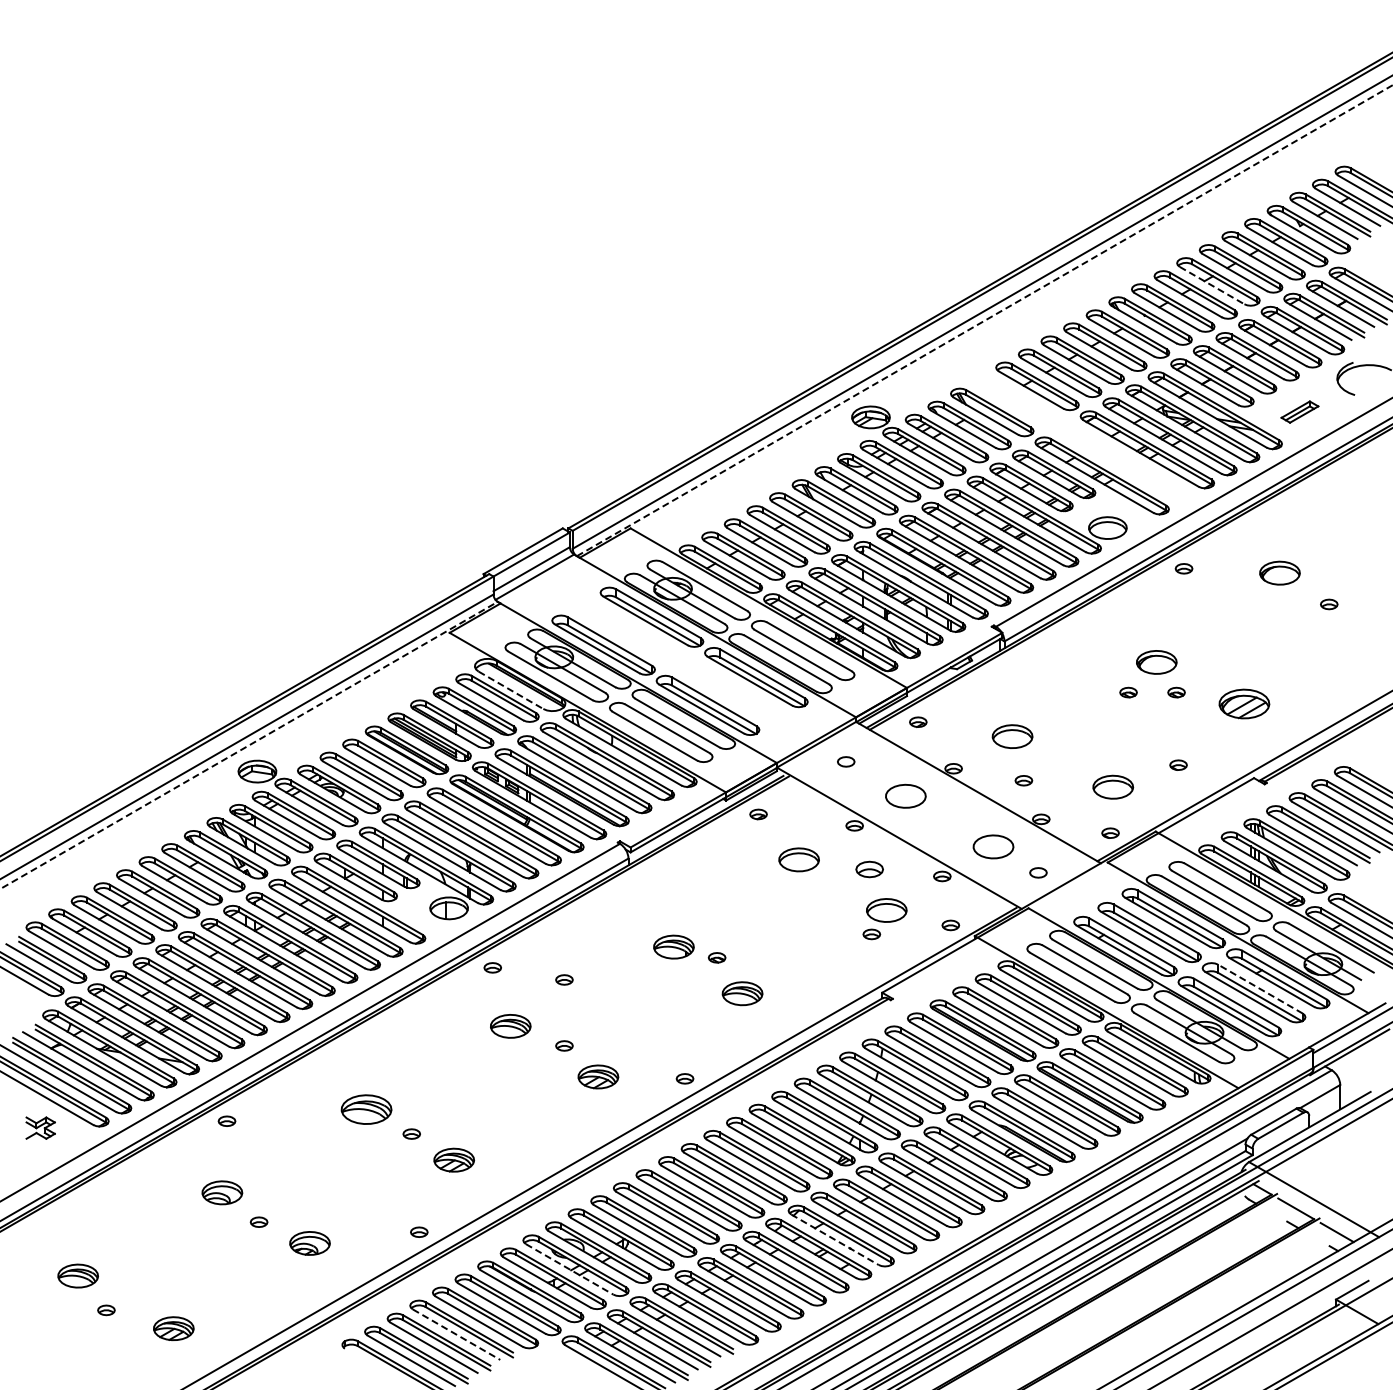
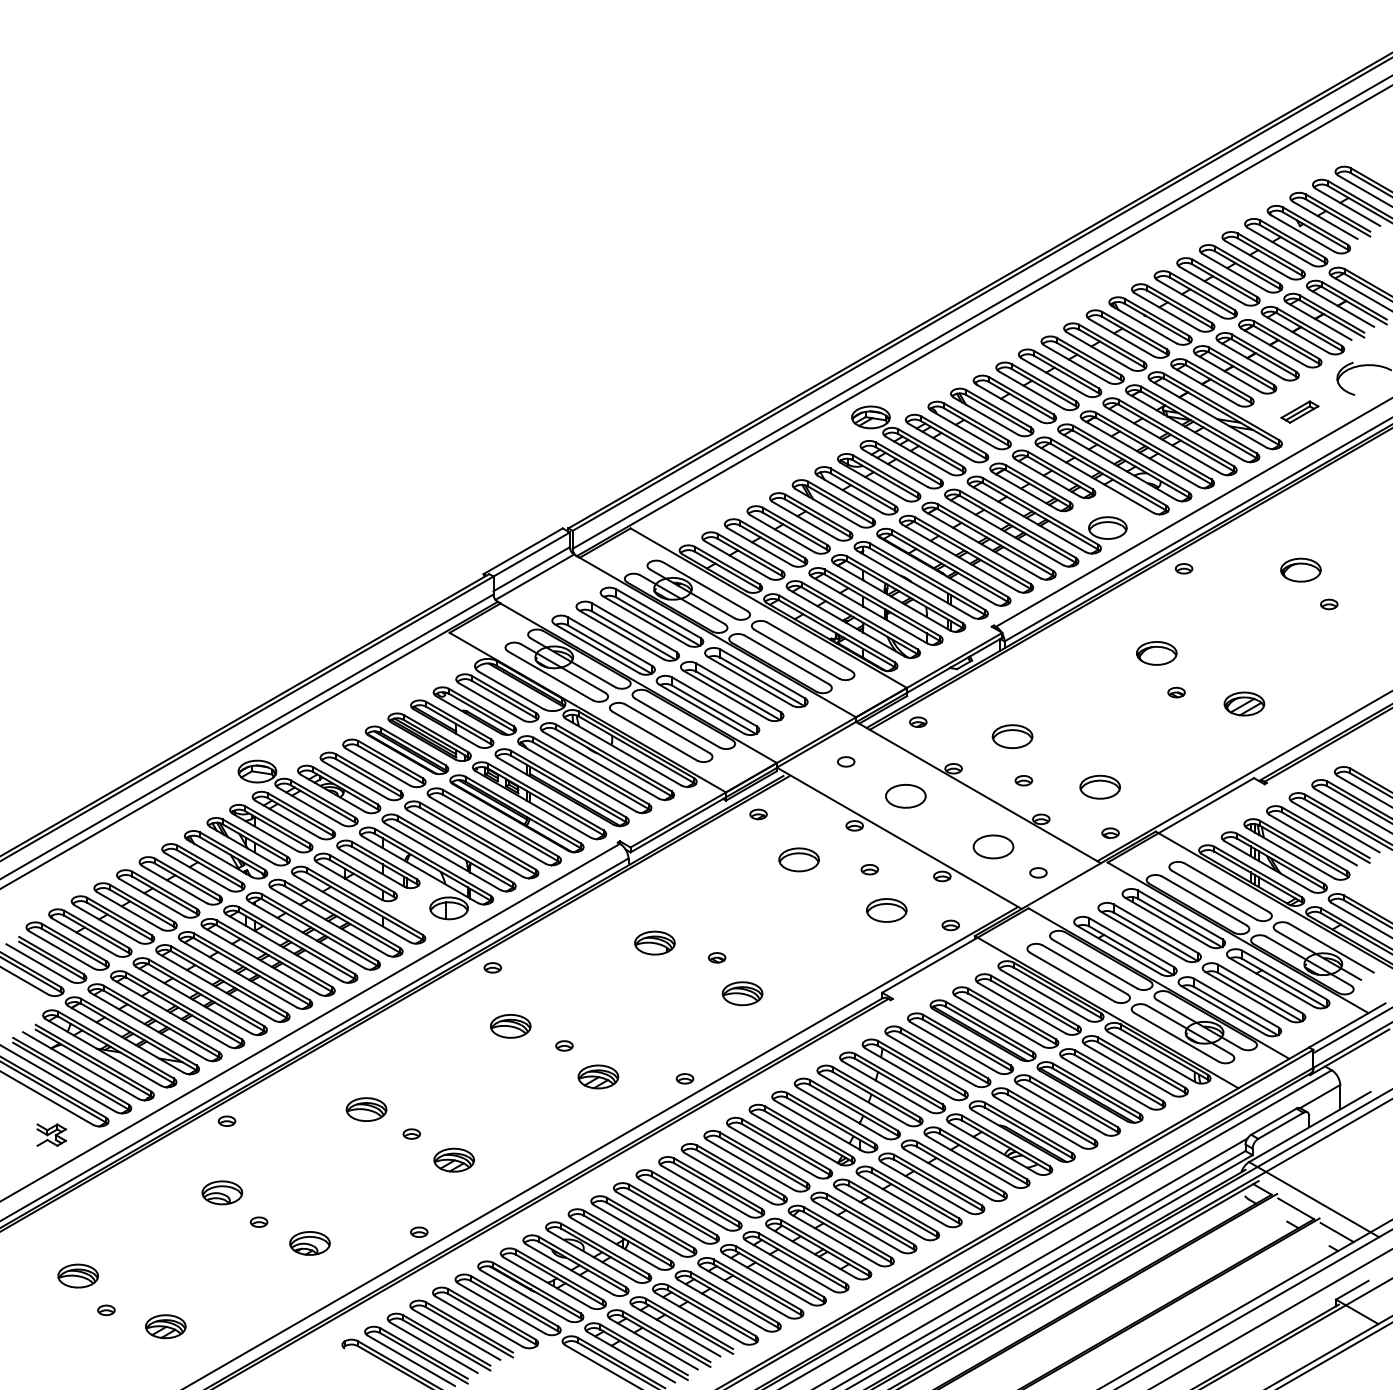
line at (1212, 285): dashed -> solid
line at (984, 320): dashed -> solid
part at (1082, 438): none -> present
part at (1279, 572) position: (1279, 572) -> (1300, 569)
part at (679, 660): none -> present
part at (1156, 662) position: (1156, 662) -> (1156, 653)
line at (511, 690): dashed -> solid
part at (1128, 692): present -> none
part at (1244, 703) size: 53x32 px -> 43x26 px
line at (249, 745): dashed -> solid
part at (1178, 764): present -> none
part at (1113, 786) position: (1113, 786) -> (1100, 786)
part at (869, 869) size: 29x19 px -> 20x12 px
part at (871, 934): present -> none
part at (673, 946) position: (673, 946) -> (654, 942)
part at (564, 979): present -> none
line at (1260, 989): dashed -> solid
part at (366, 1109) size: 53x31 px -> 43x25 px
part at (40, 1127) position: (40, 1127) -> (51, 1134)
line at (835, 1239): dashed -> solid
line at (570, 1269): dashed -> solid
part at (173, 1328) position: (173, 1328) -> (165, 1326)
line at (457, 1334): dashed -> solid
